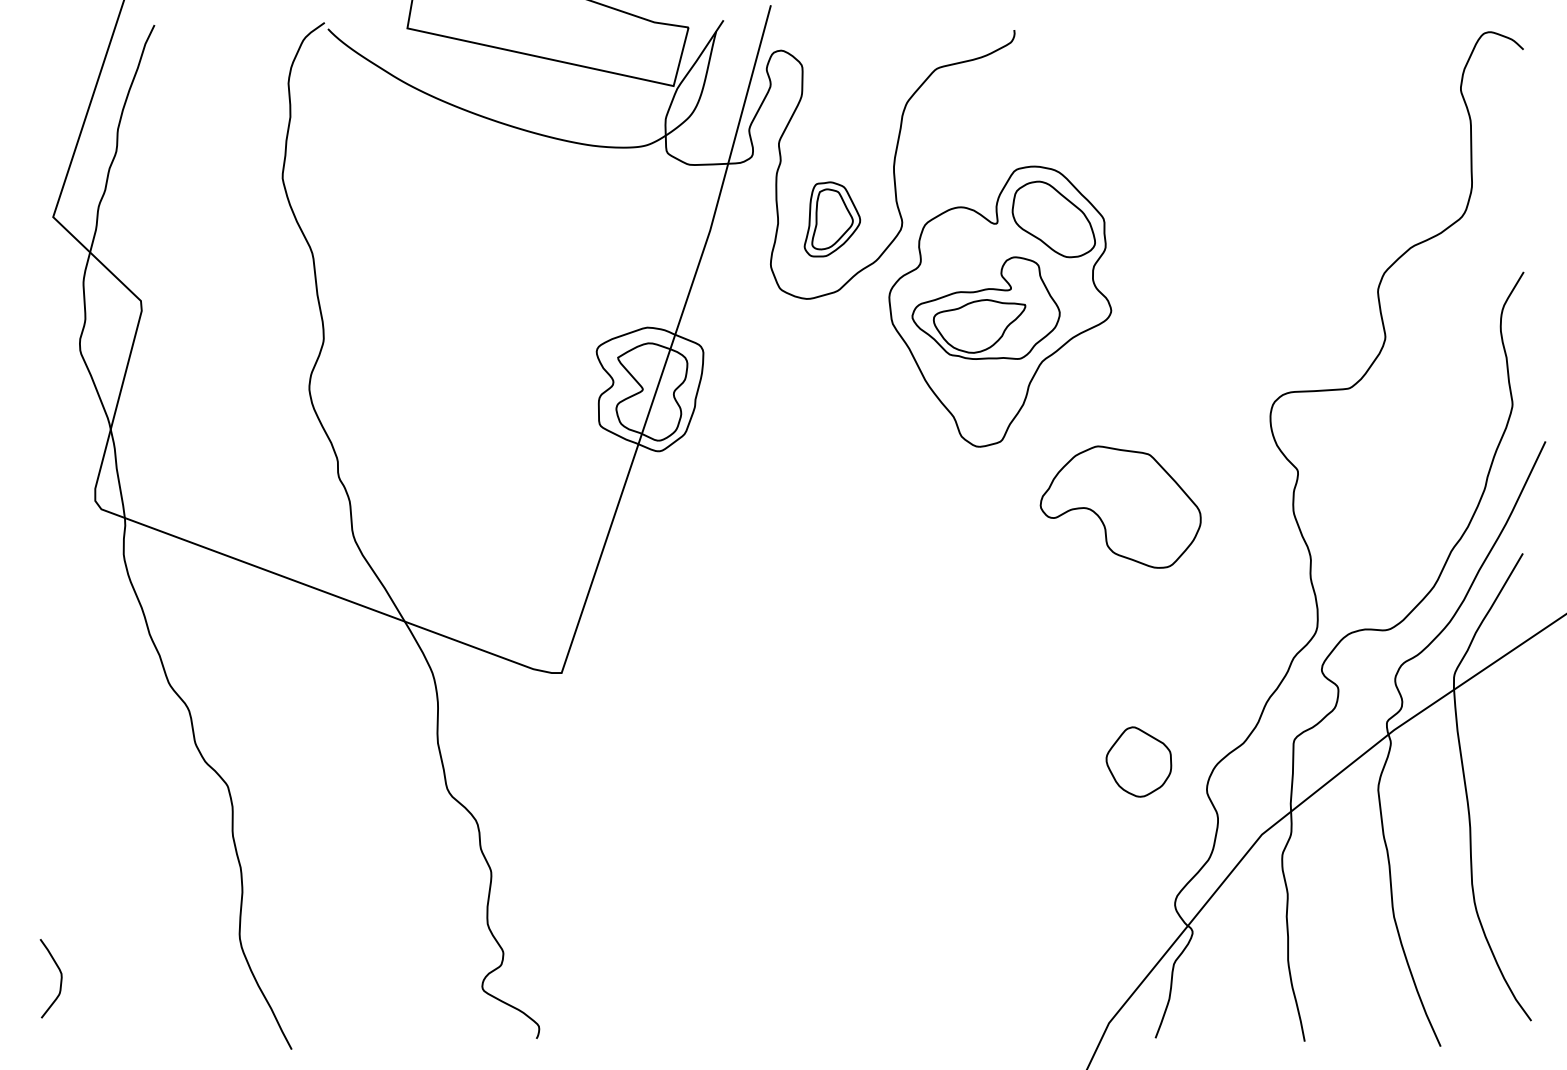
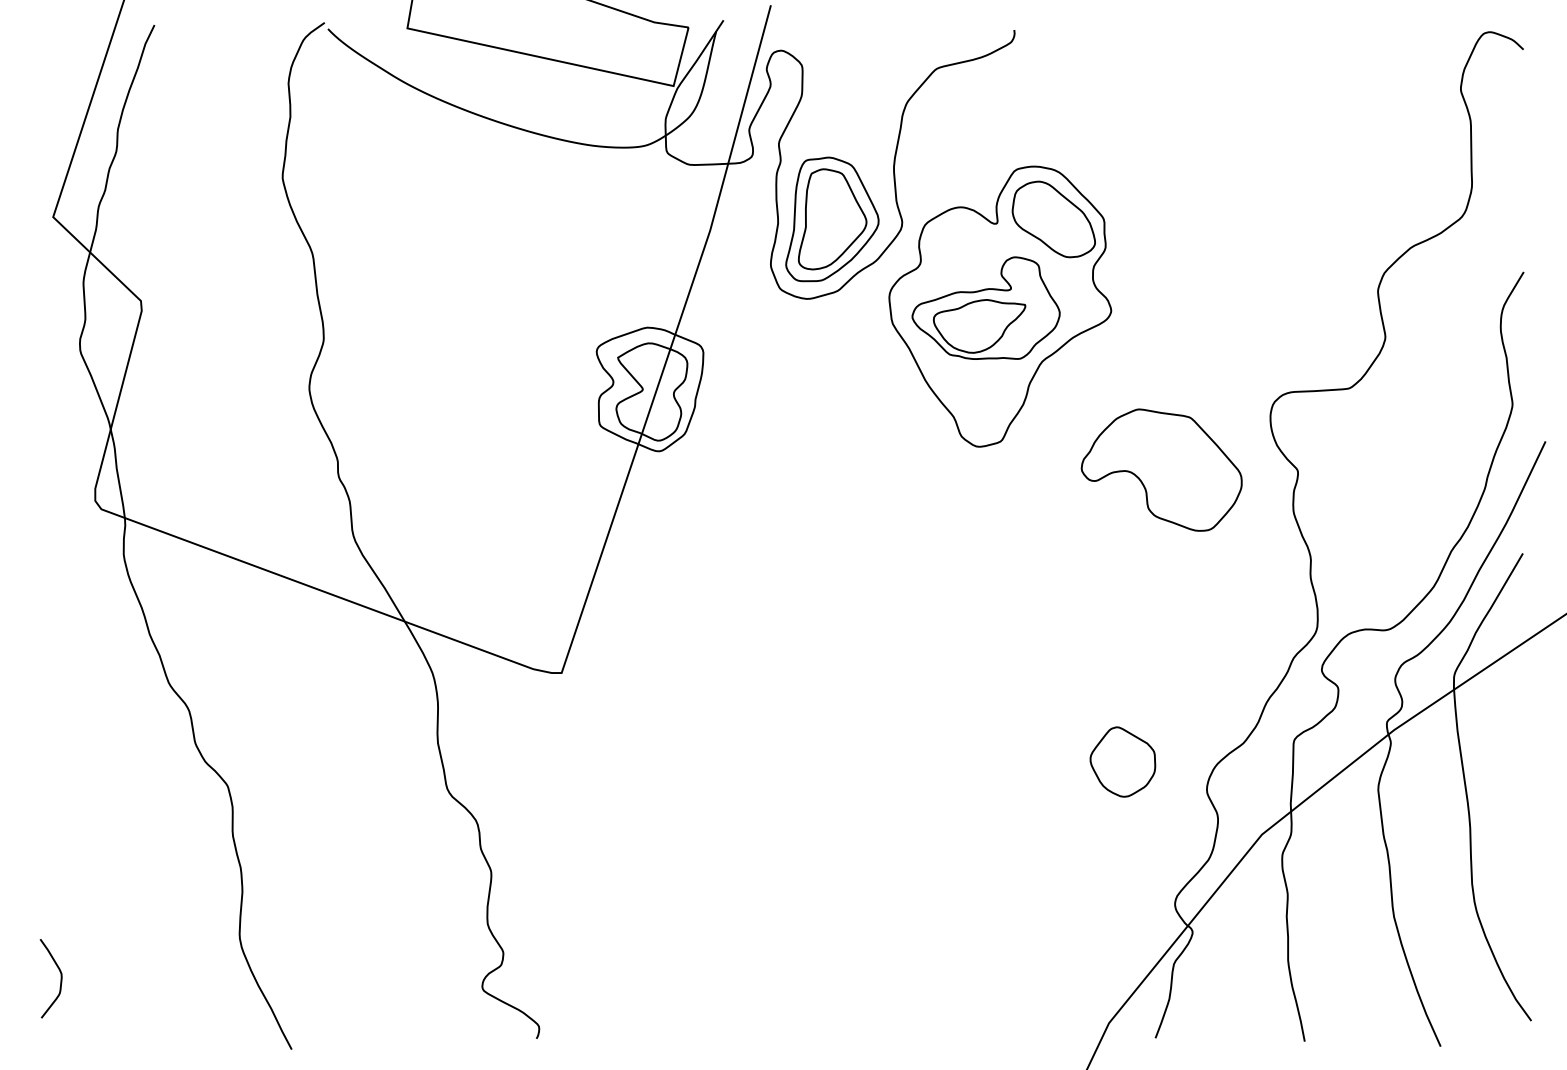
part at (832, 219) size: 59x77 px -> 95x127 px
part at (1120, 506) position: (1120, 506) -> (1161, 469)
part at (1138, 761) position: (1138, 761) -> (1122, 761)
